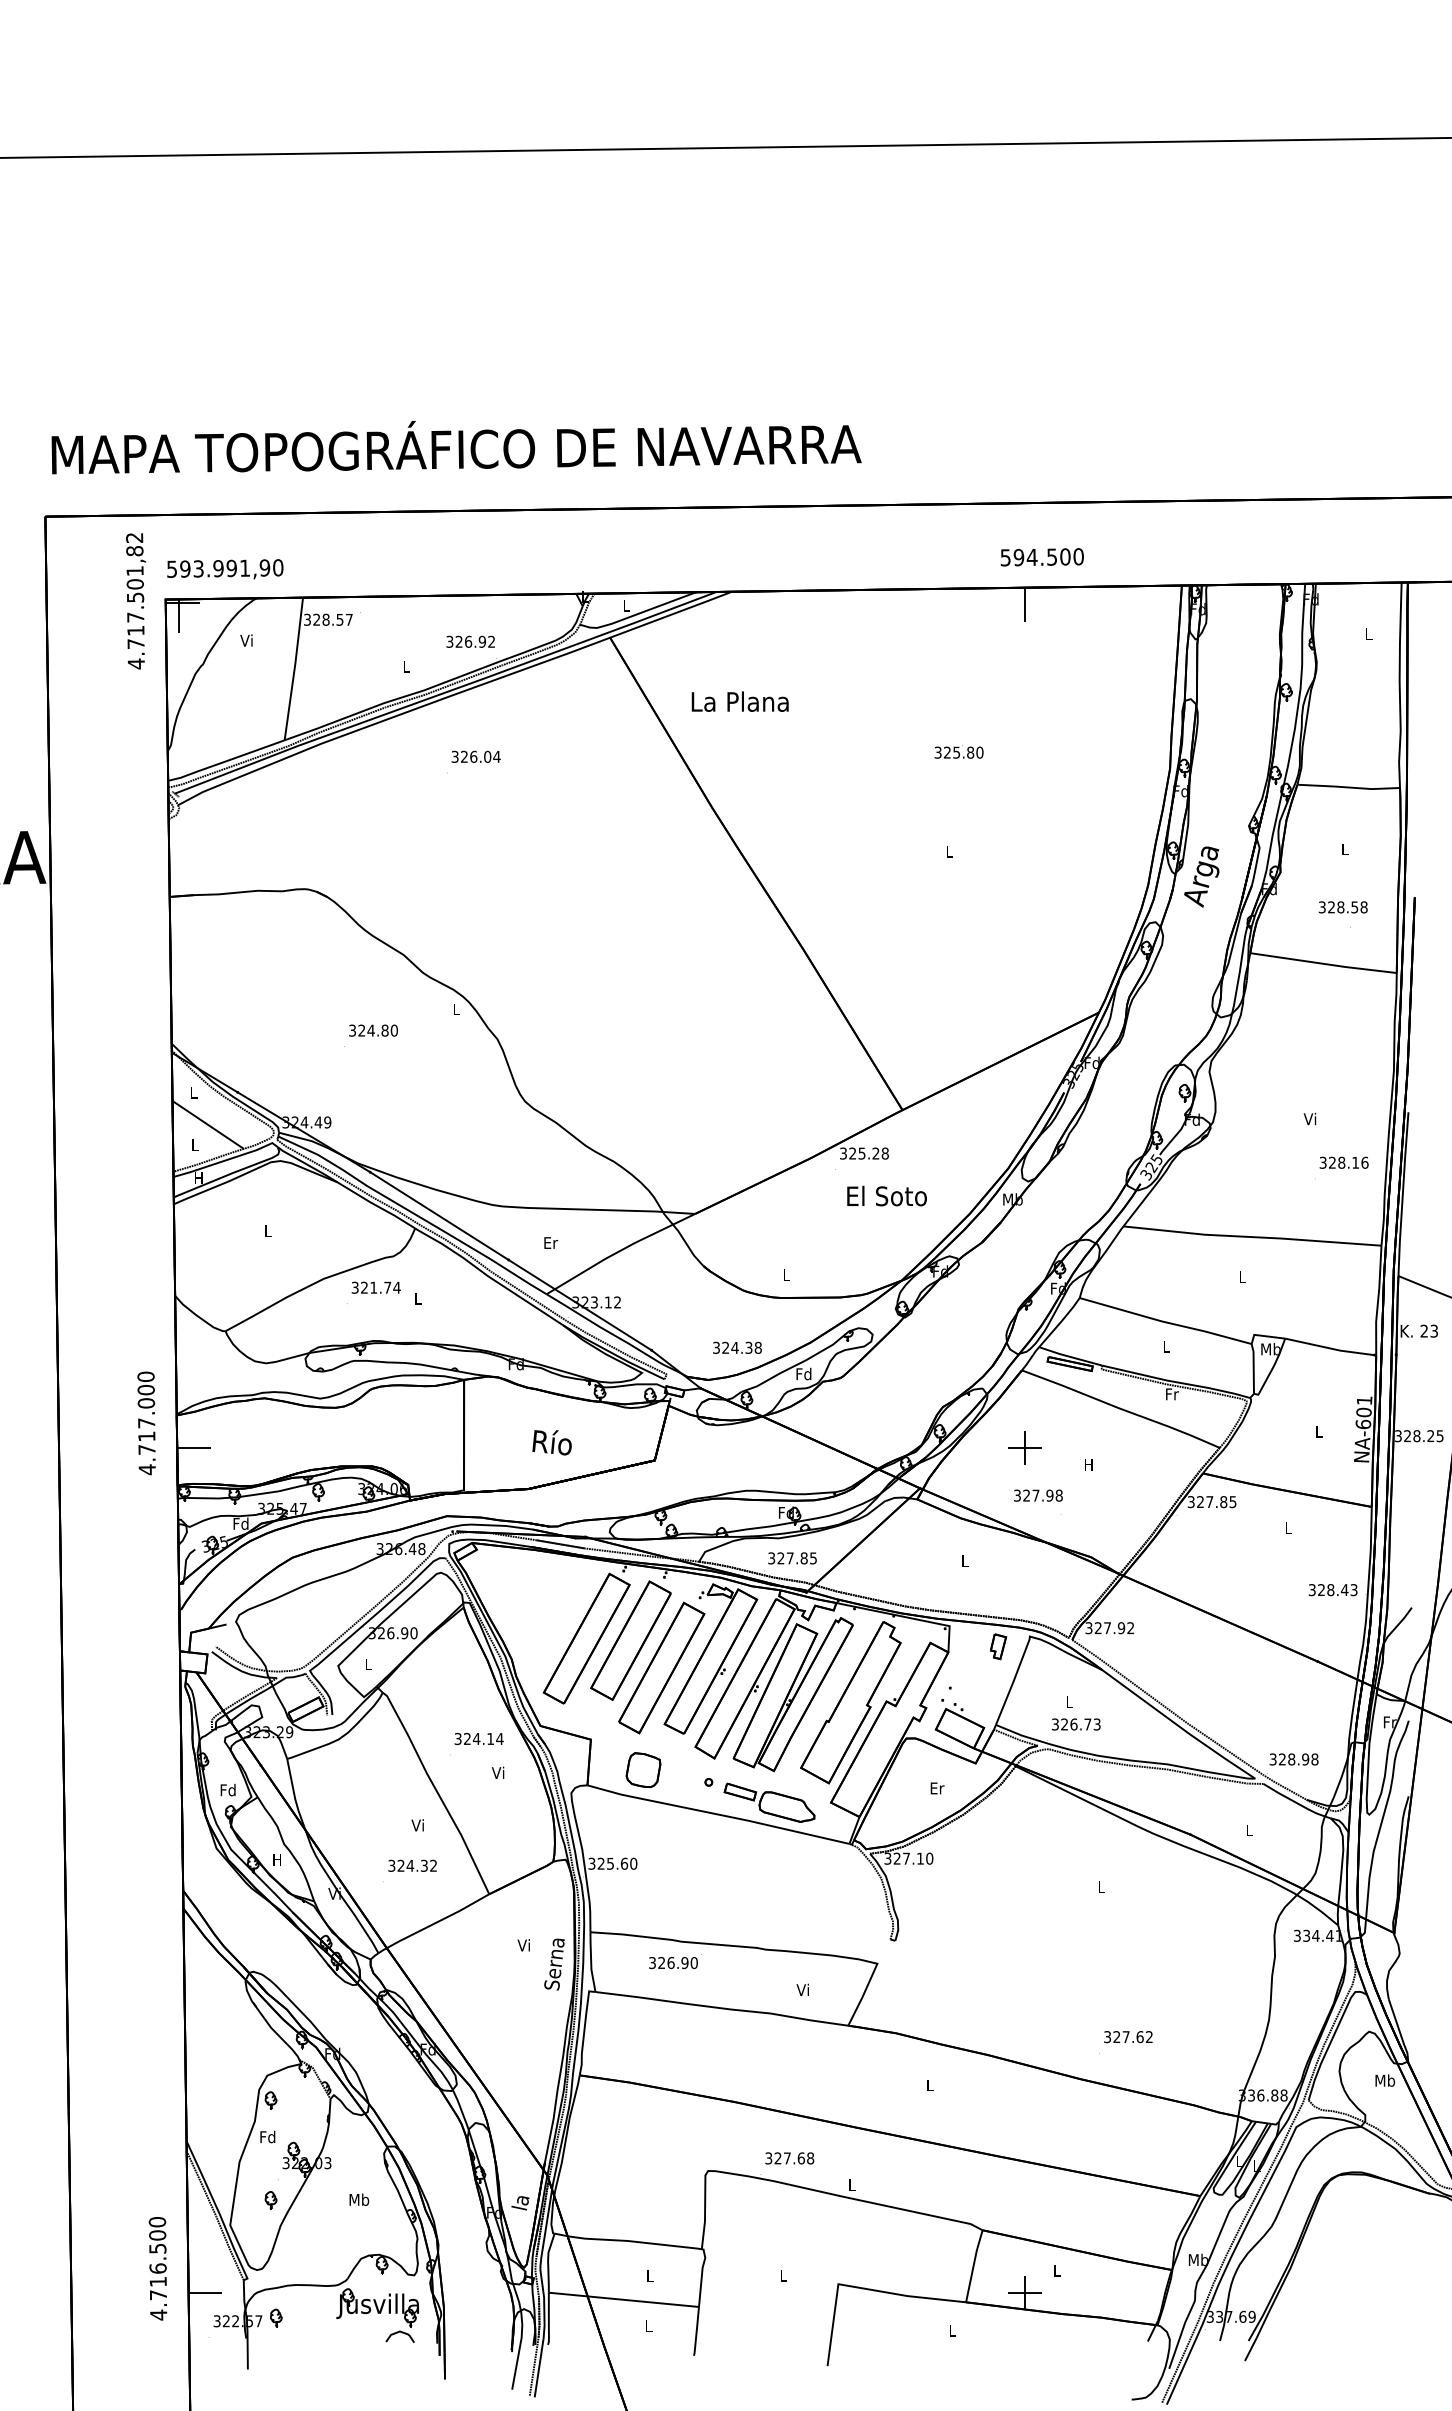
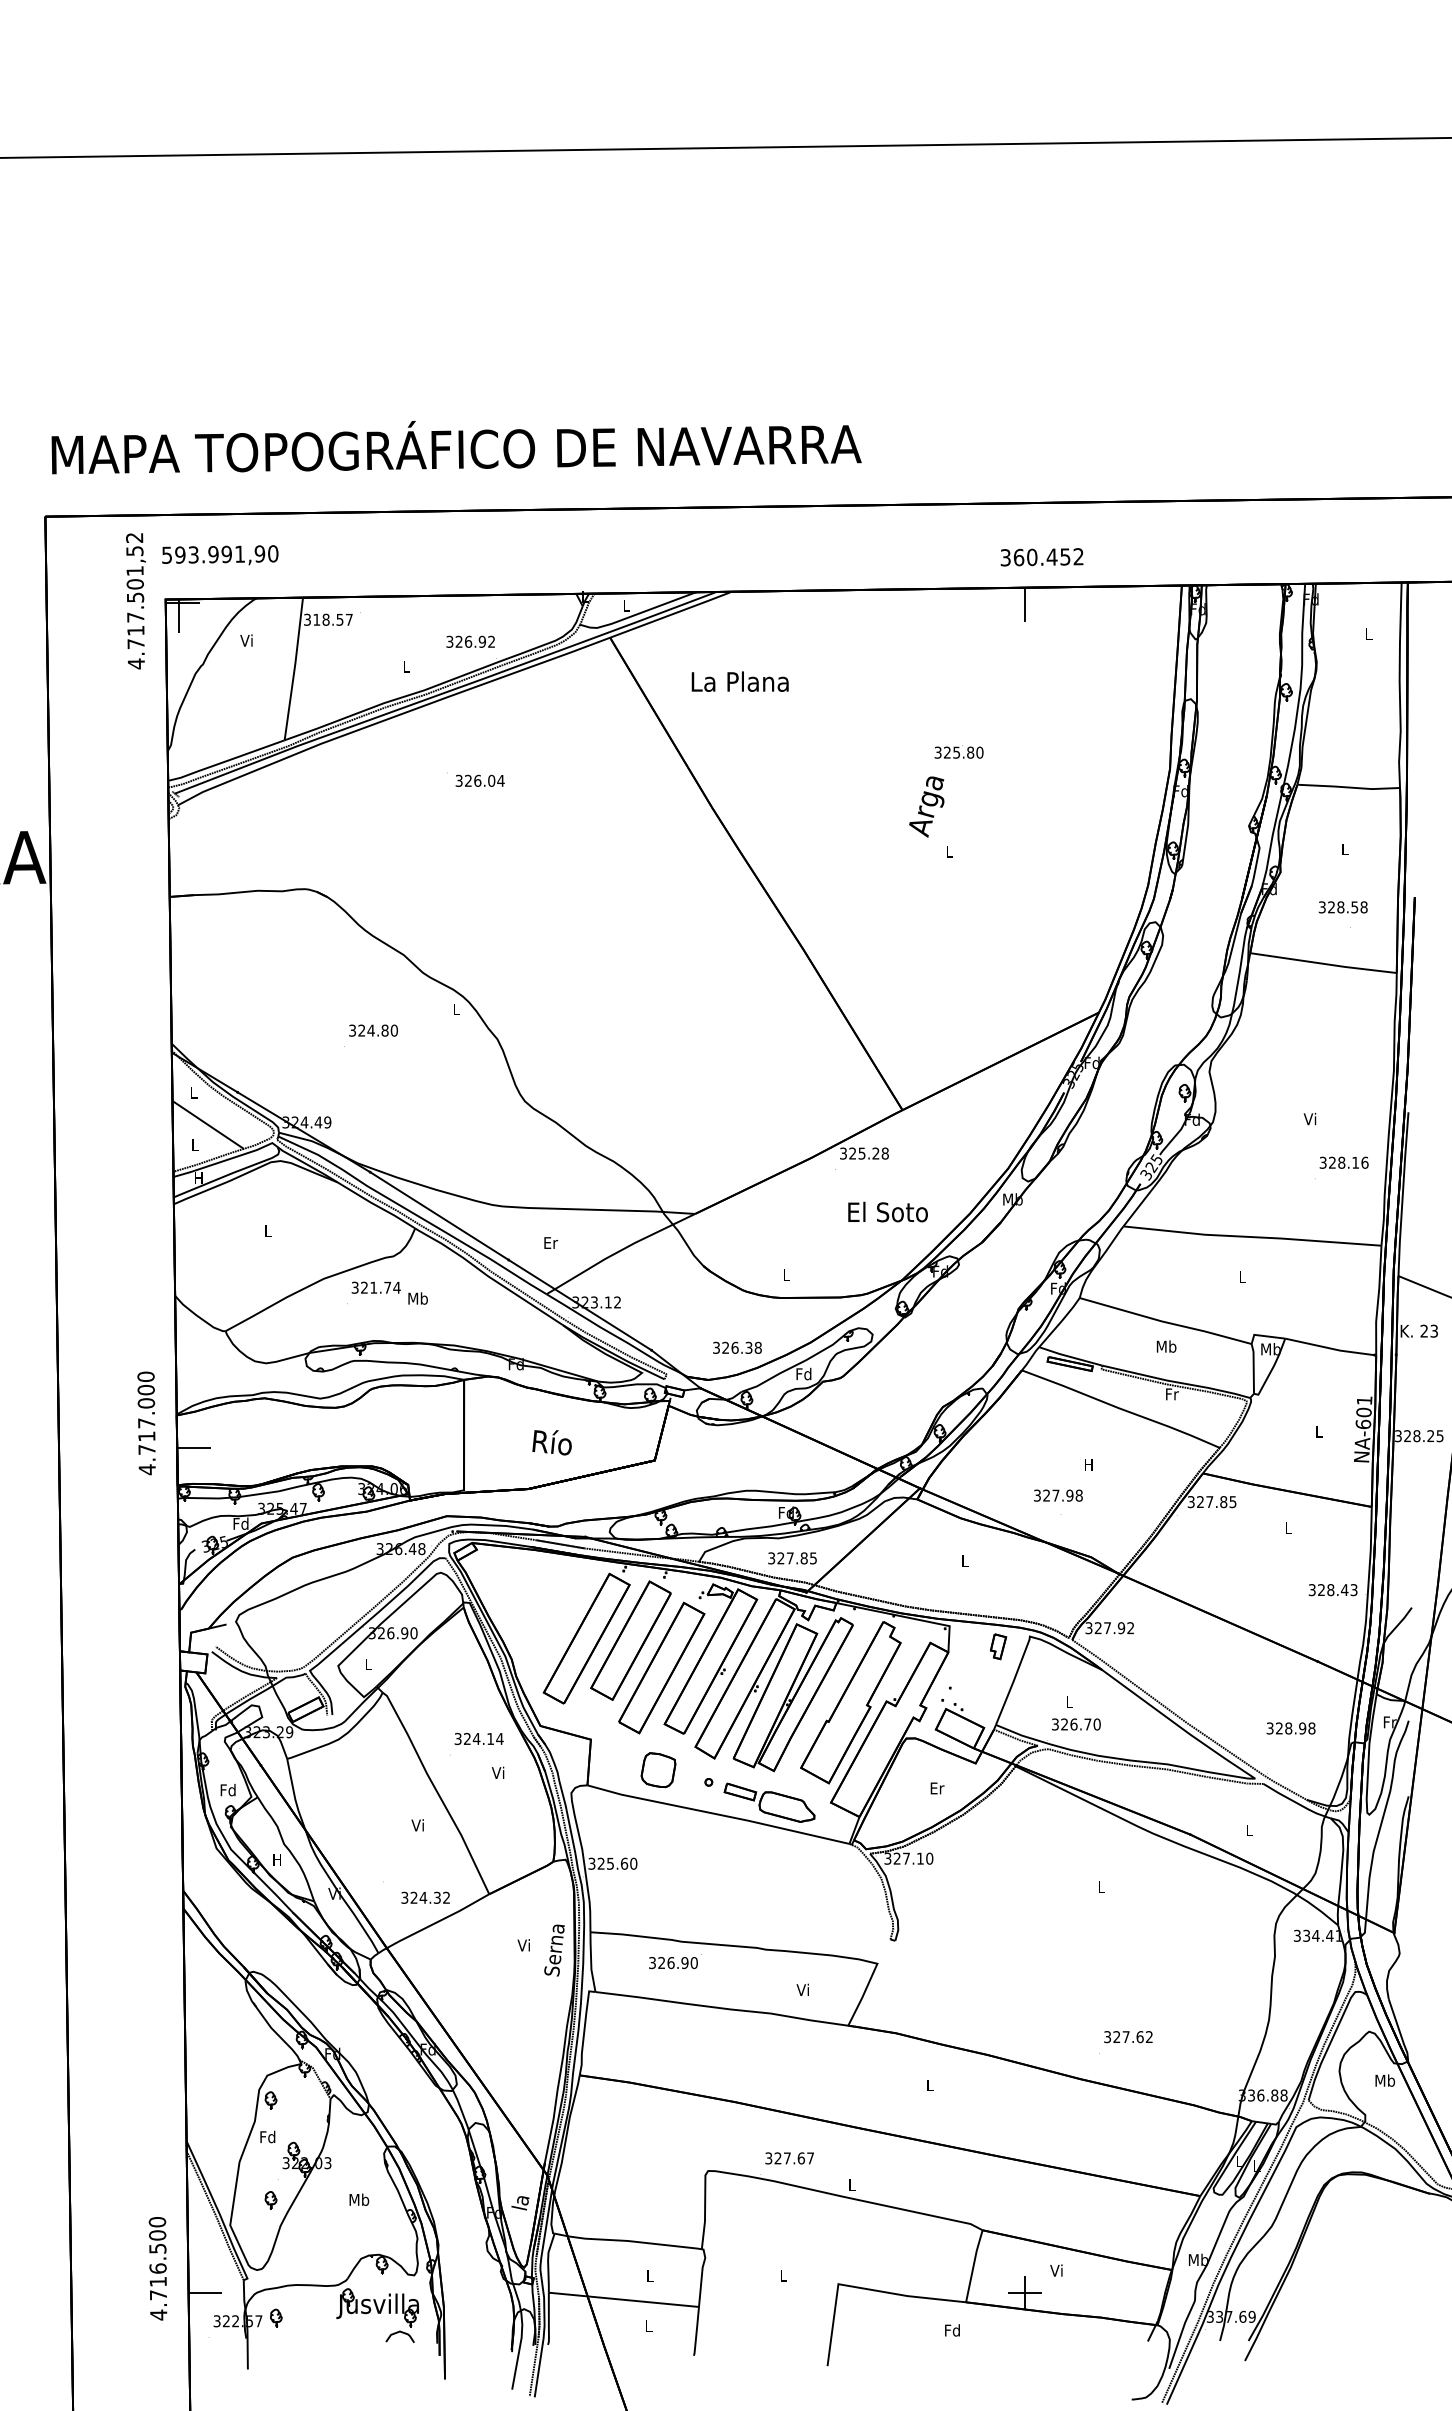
text at (134, 551): 4.717.501,82 -> 4.717.501,52
text at (1042, 557): 594.500 -> 360.452
text at (225, 569) position: (225, 569) -> (220, 555)
text at (316, 619): 328.57 -> 318.57
text at (739, 701) position: (739, 701) -> (739, 681)
text at (475, 756) position: (475, 756) -> (479, 780)
text at (1201, 876) position: (1201, 876) -> (926, 806)
text at (886, 1195) position: (886, 1195) -> (887, 1211)
text at (417, 1298): L -> Mb
text at (1166, 1346): L -> Mb
text at (734, 1347): 324.38 -> 326.38
part at (1024, 1447): present -> none
text at (1038, 1495) position: (1038, 1495) -> (1058, 1495)
text at (1096, 1724): 326.73 -> 326.70
text at (1293, 1759) position: (1293, 1759) -> (1290, 1728)
part at (643, 1770) position: (643, 1770) -> (658, 1770)
text at (412, 1865) position: (412, 1865) -> (425, 1897)
text at (554, 1964) position: (554, 1964) -> (554, 1950)
text at (810, 2158): 327.68 -> 327.67
text at (1056, 2270): L -> Vi
text at (952, 2330): L -> Fd
